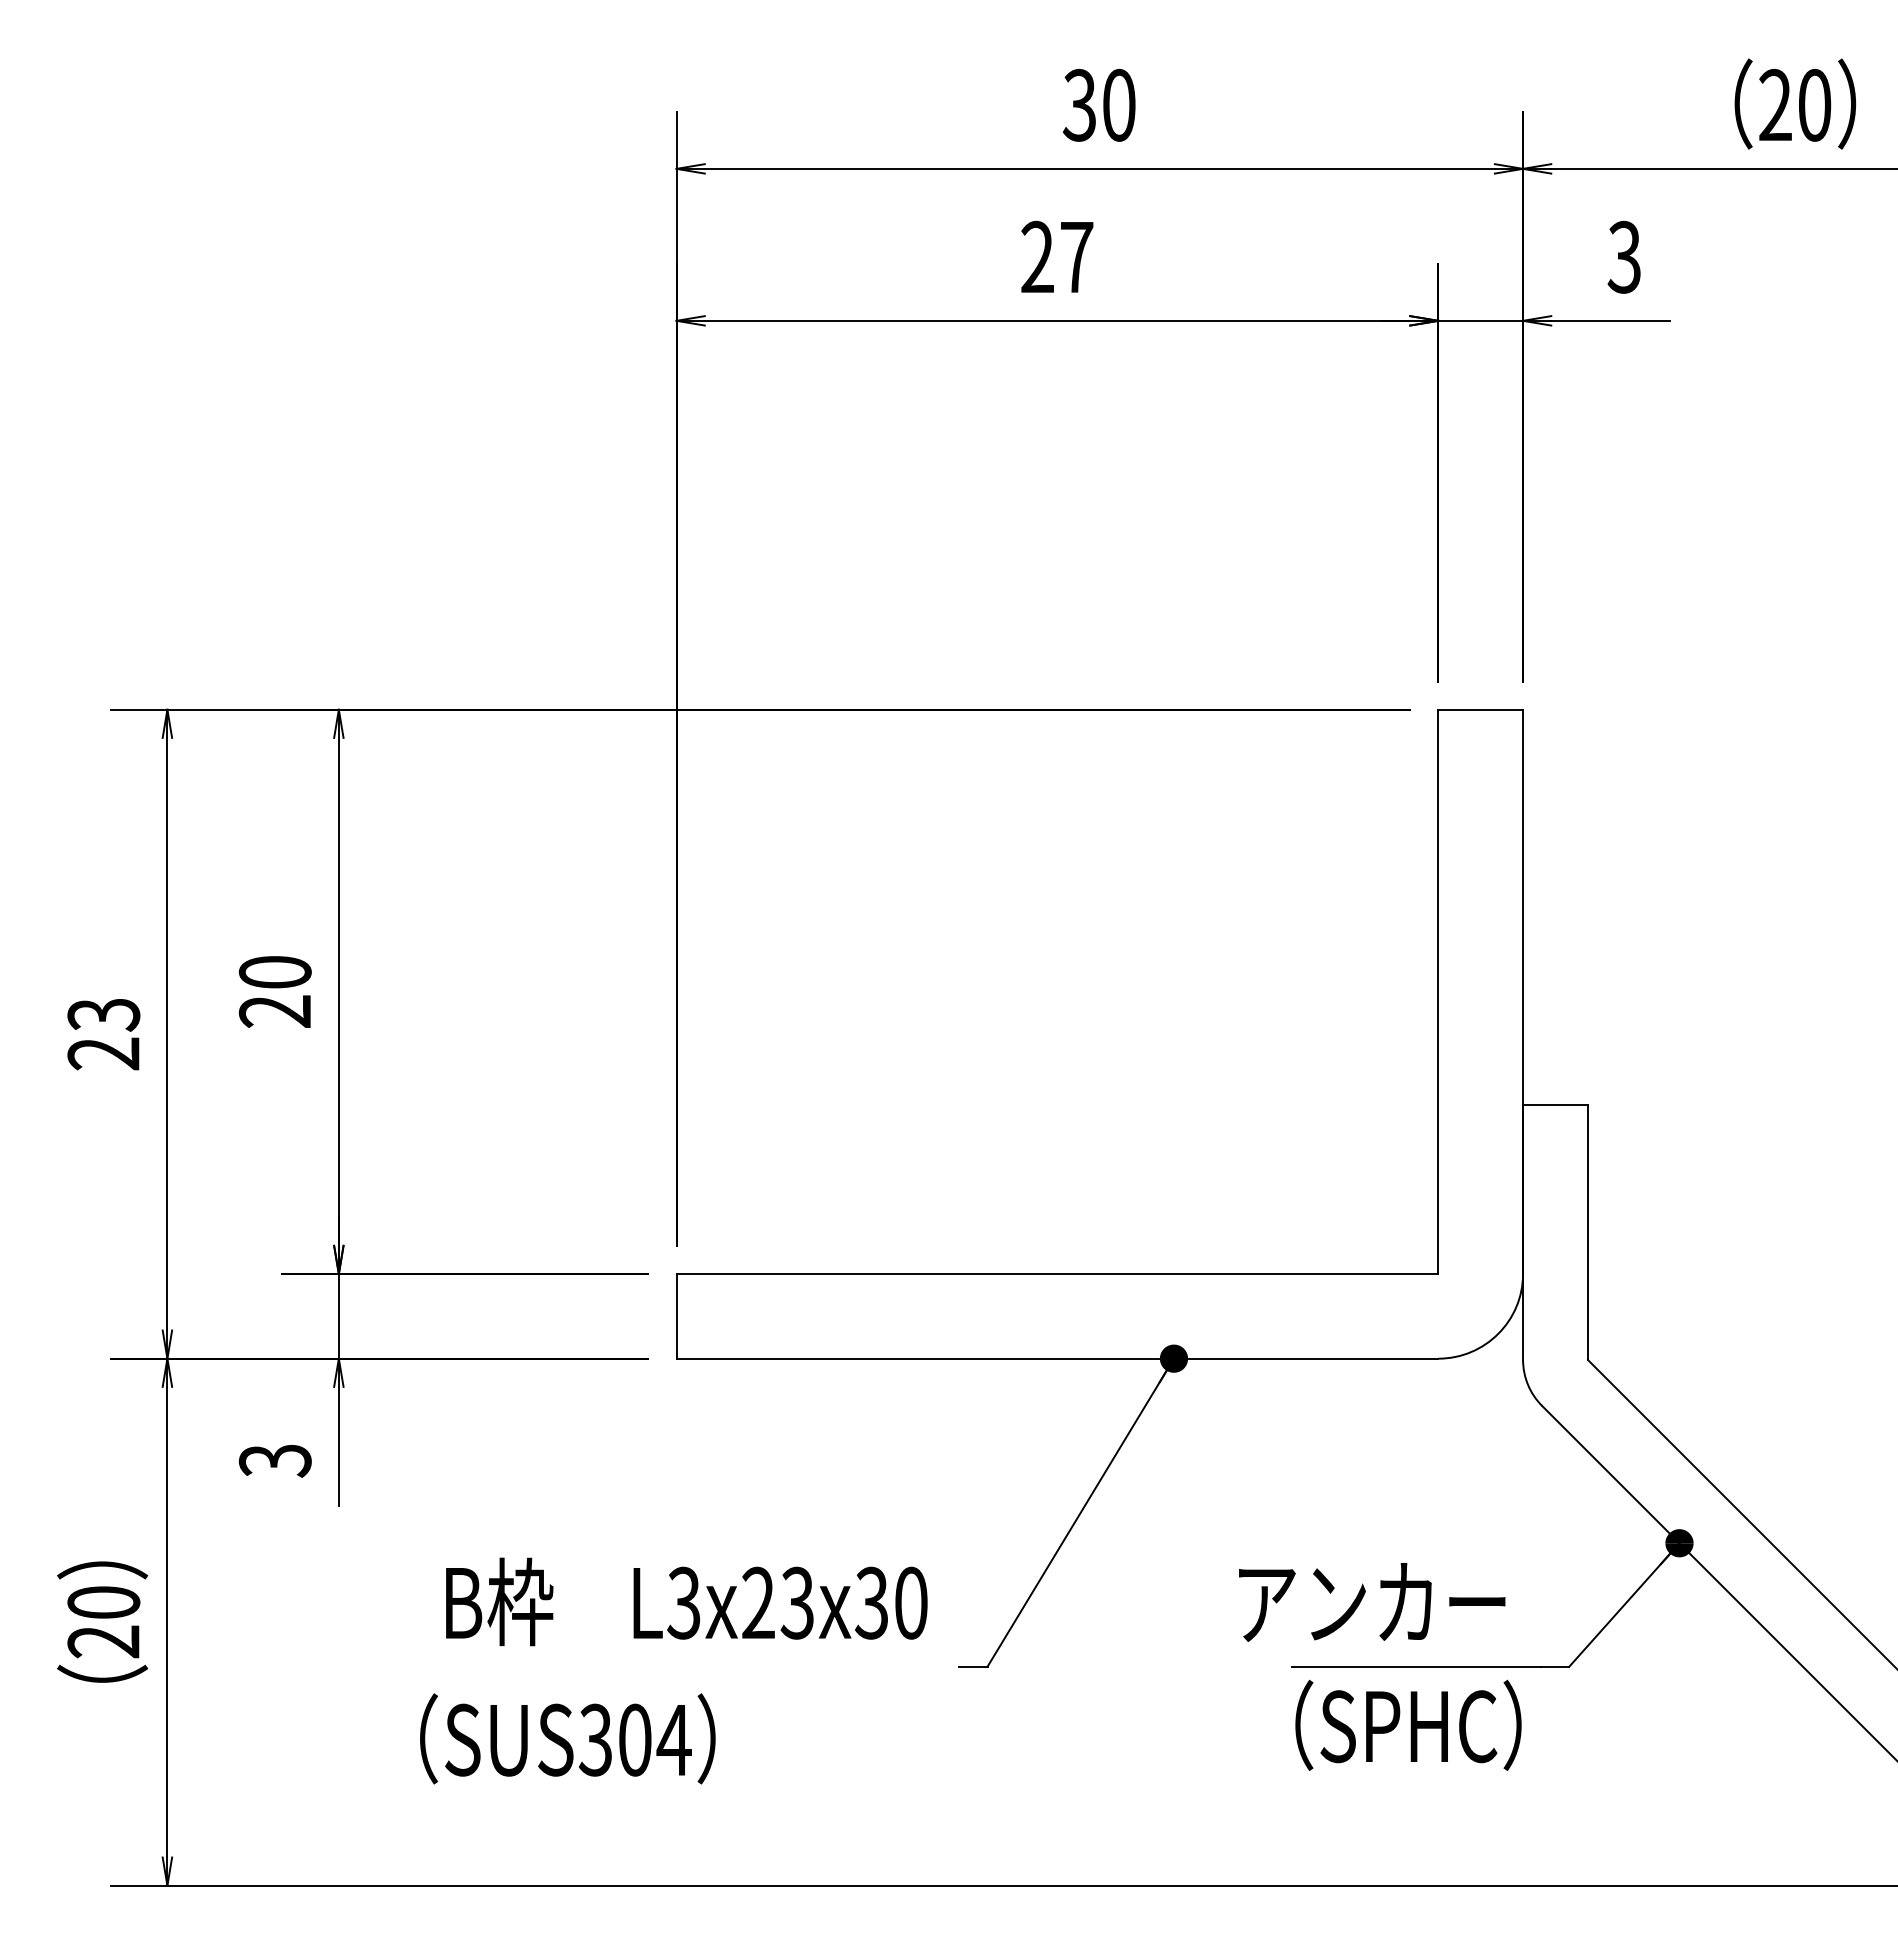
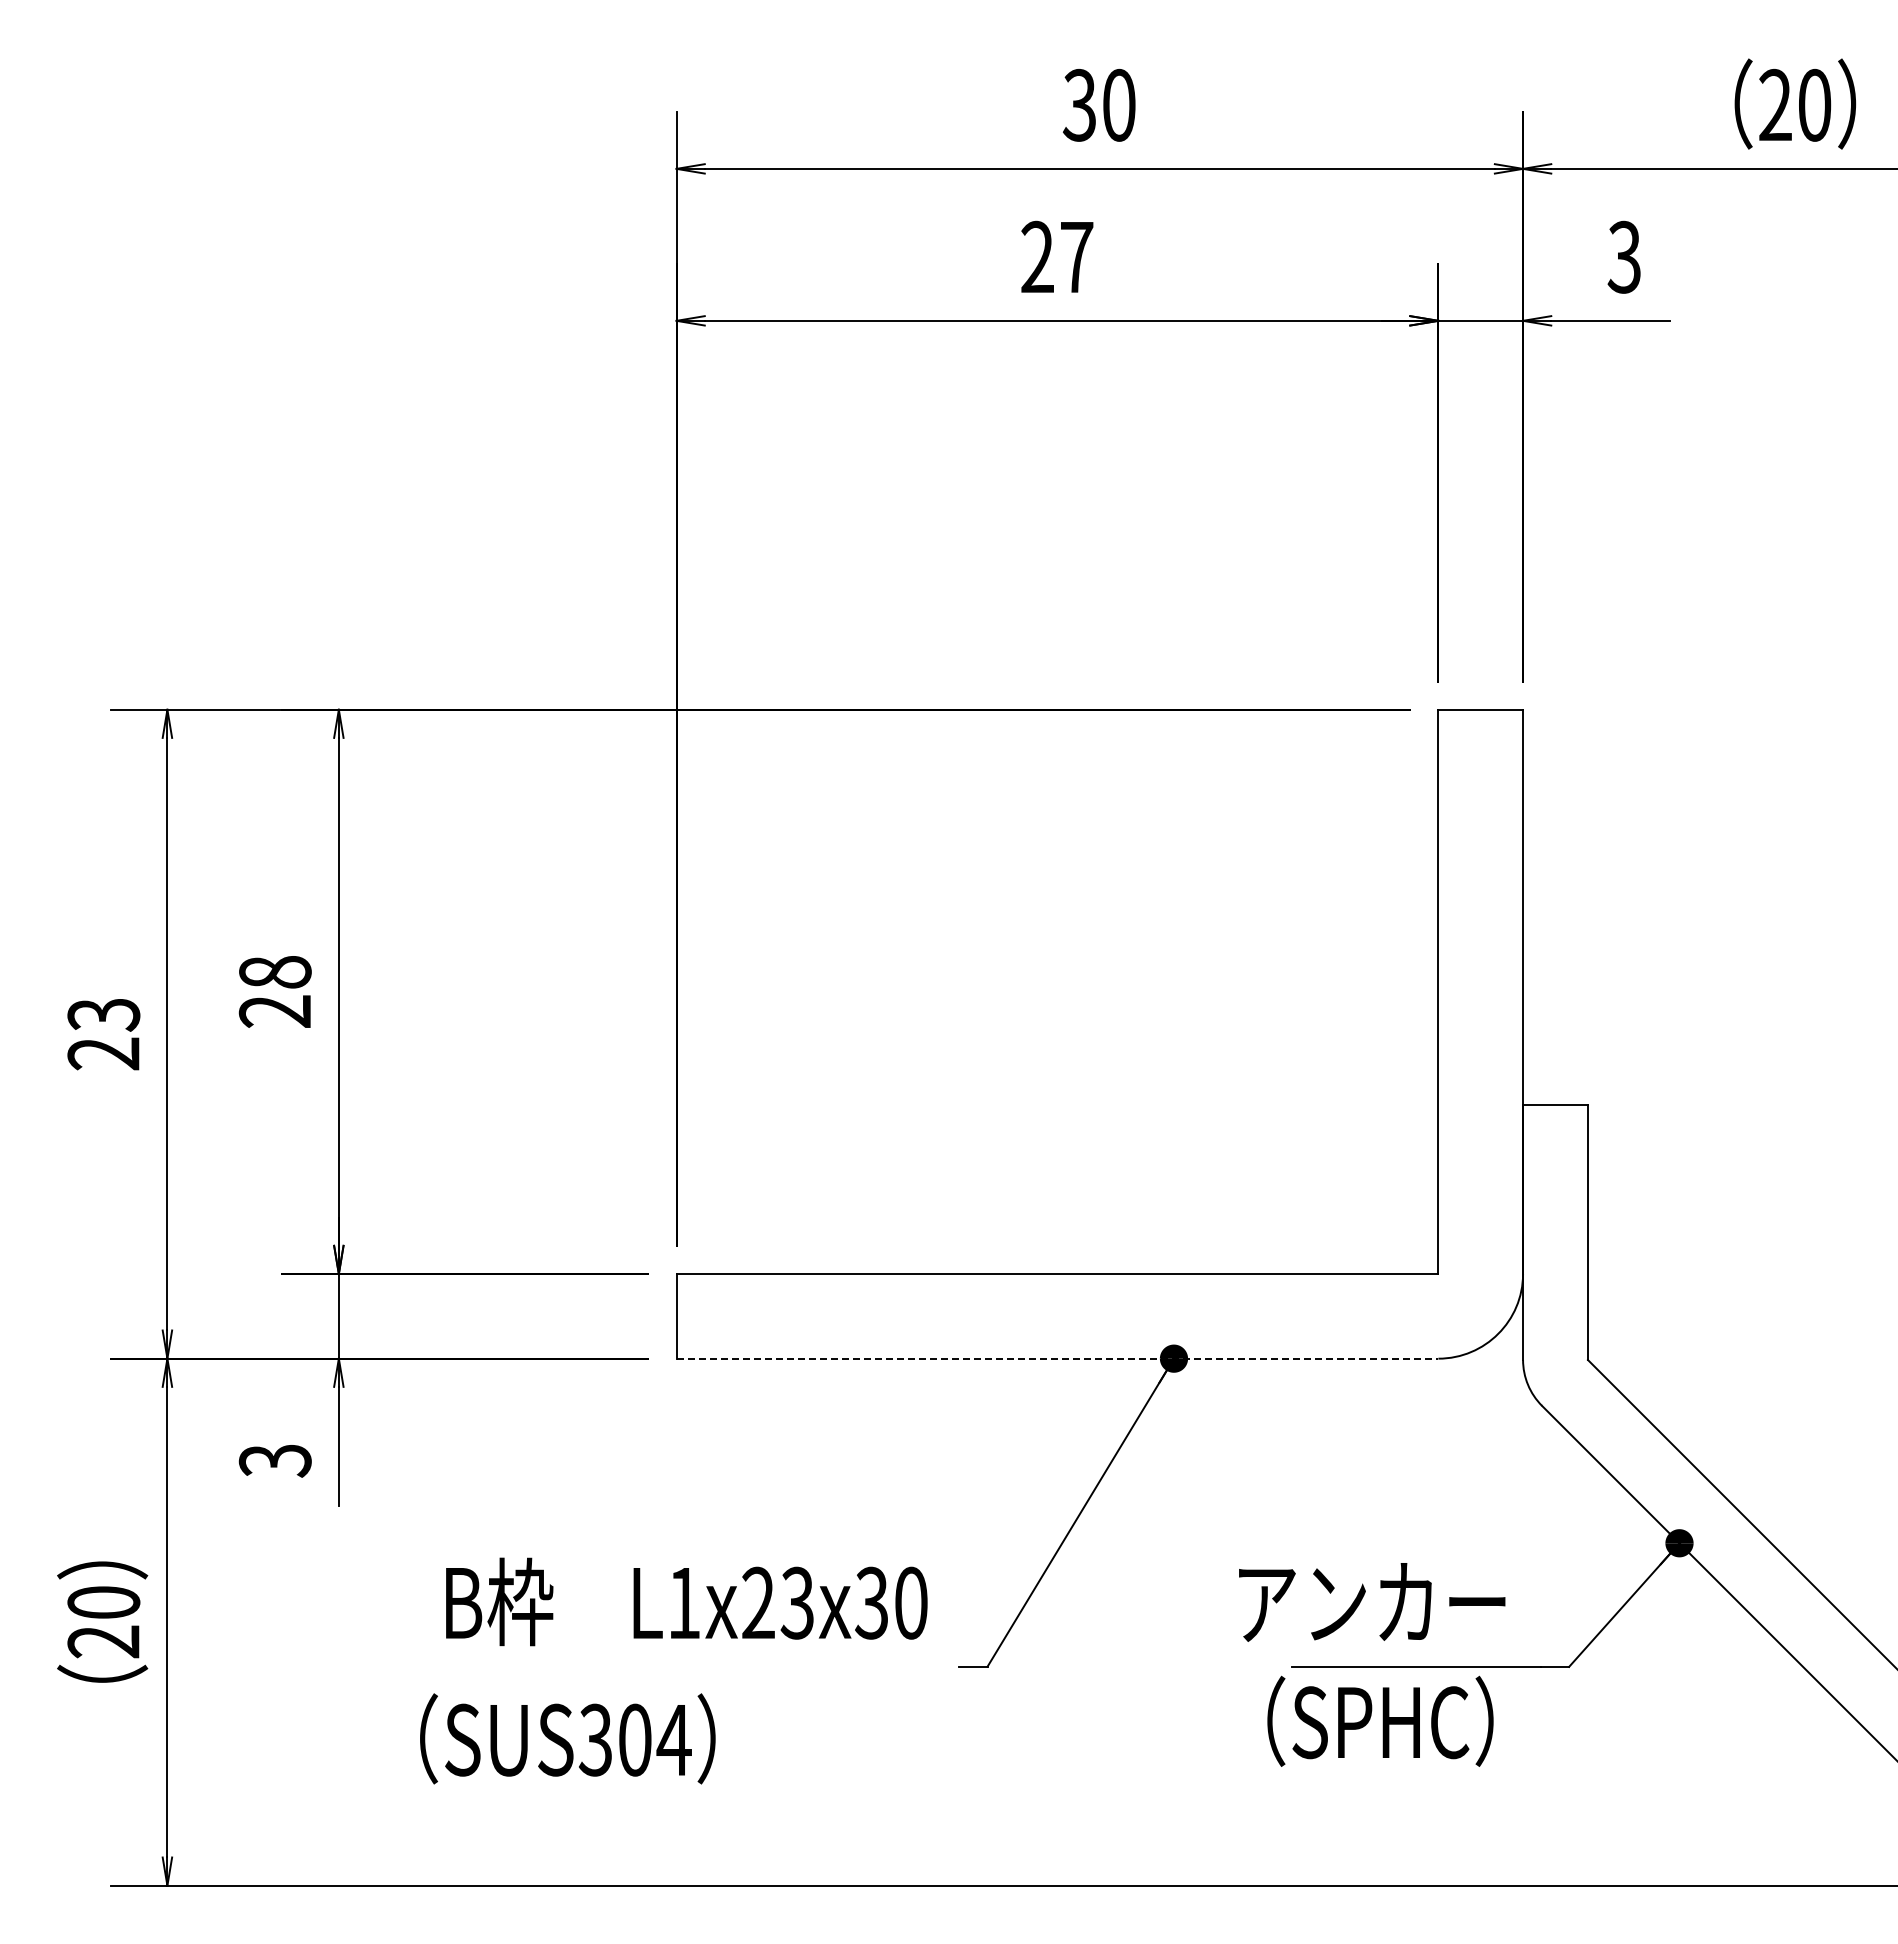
text at (274, 972): 20 -> 28
line at (1057, 1358): solid -> dashed
text at (683, 1602): L3x23x30 -> L1x23x30
text at (1408, 1724) position: (1408, 1724) -> (1380, 1720)
